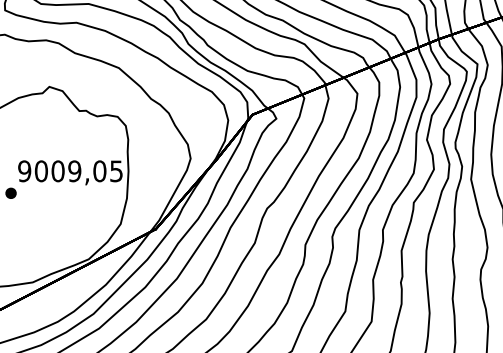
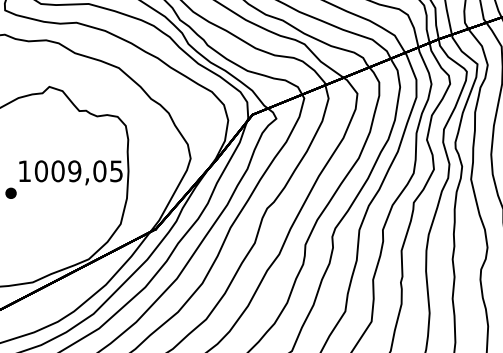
text at (24, 171): 9009,05 -> 1009,05
